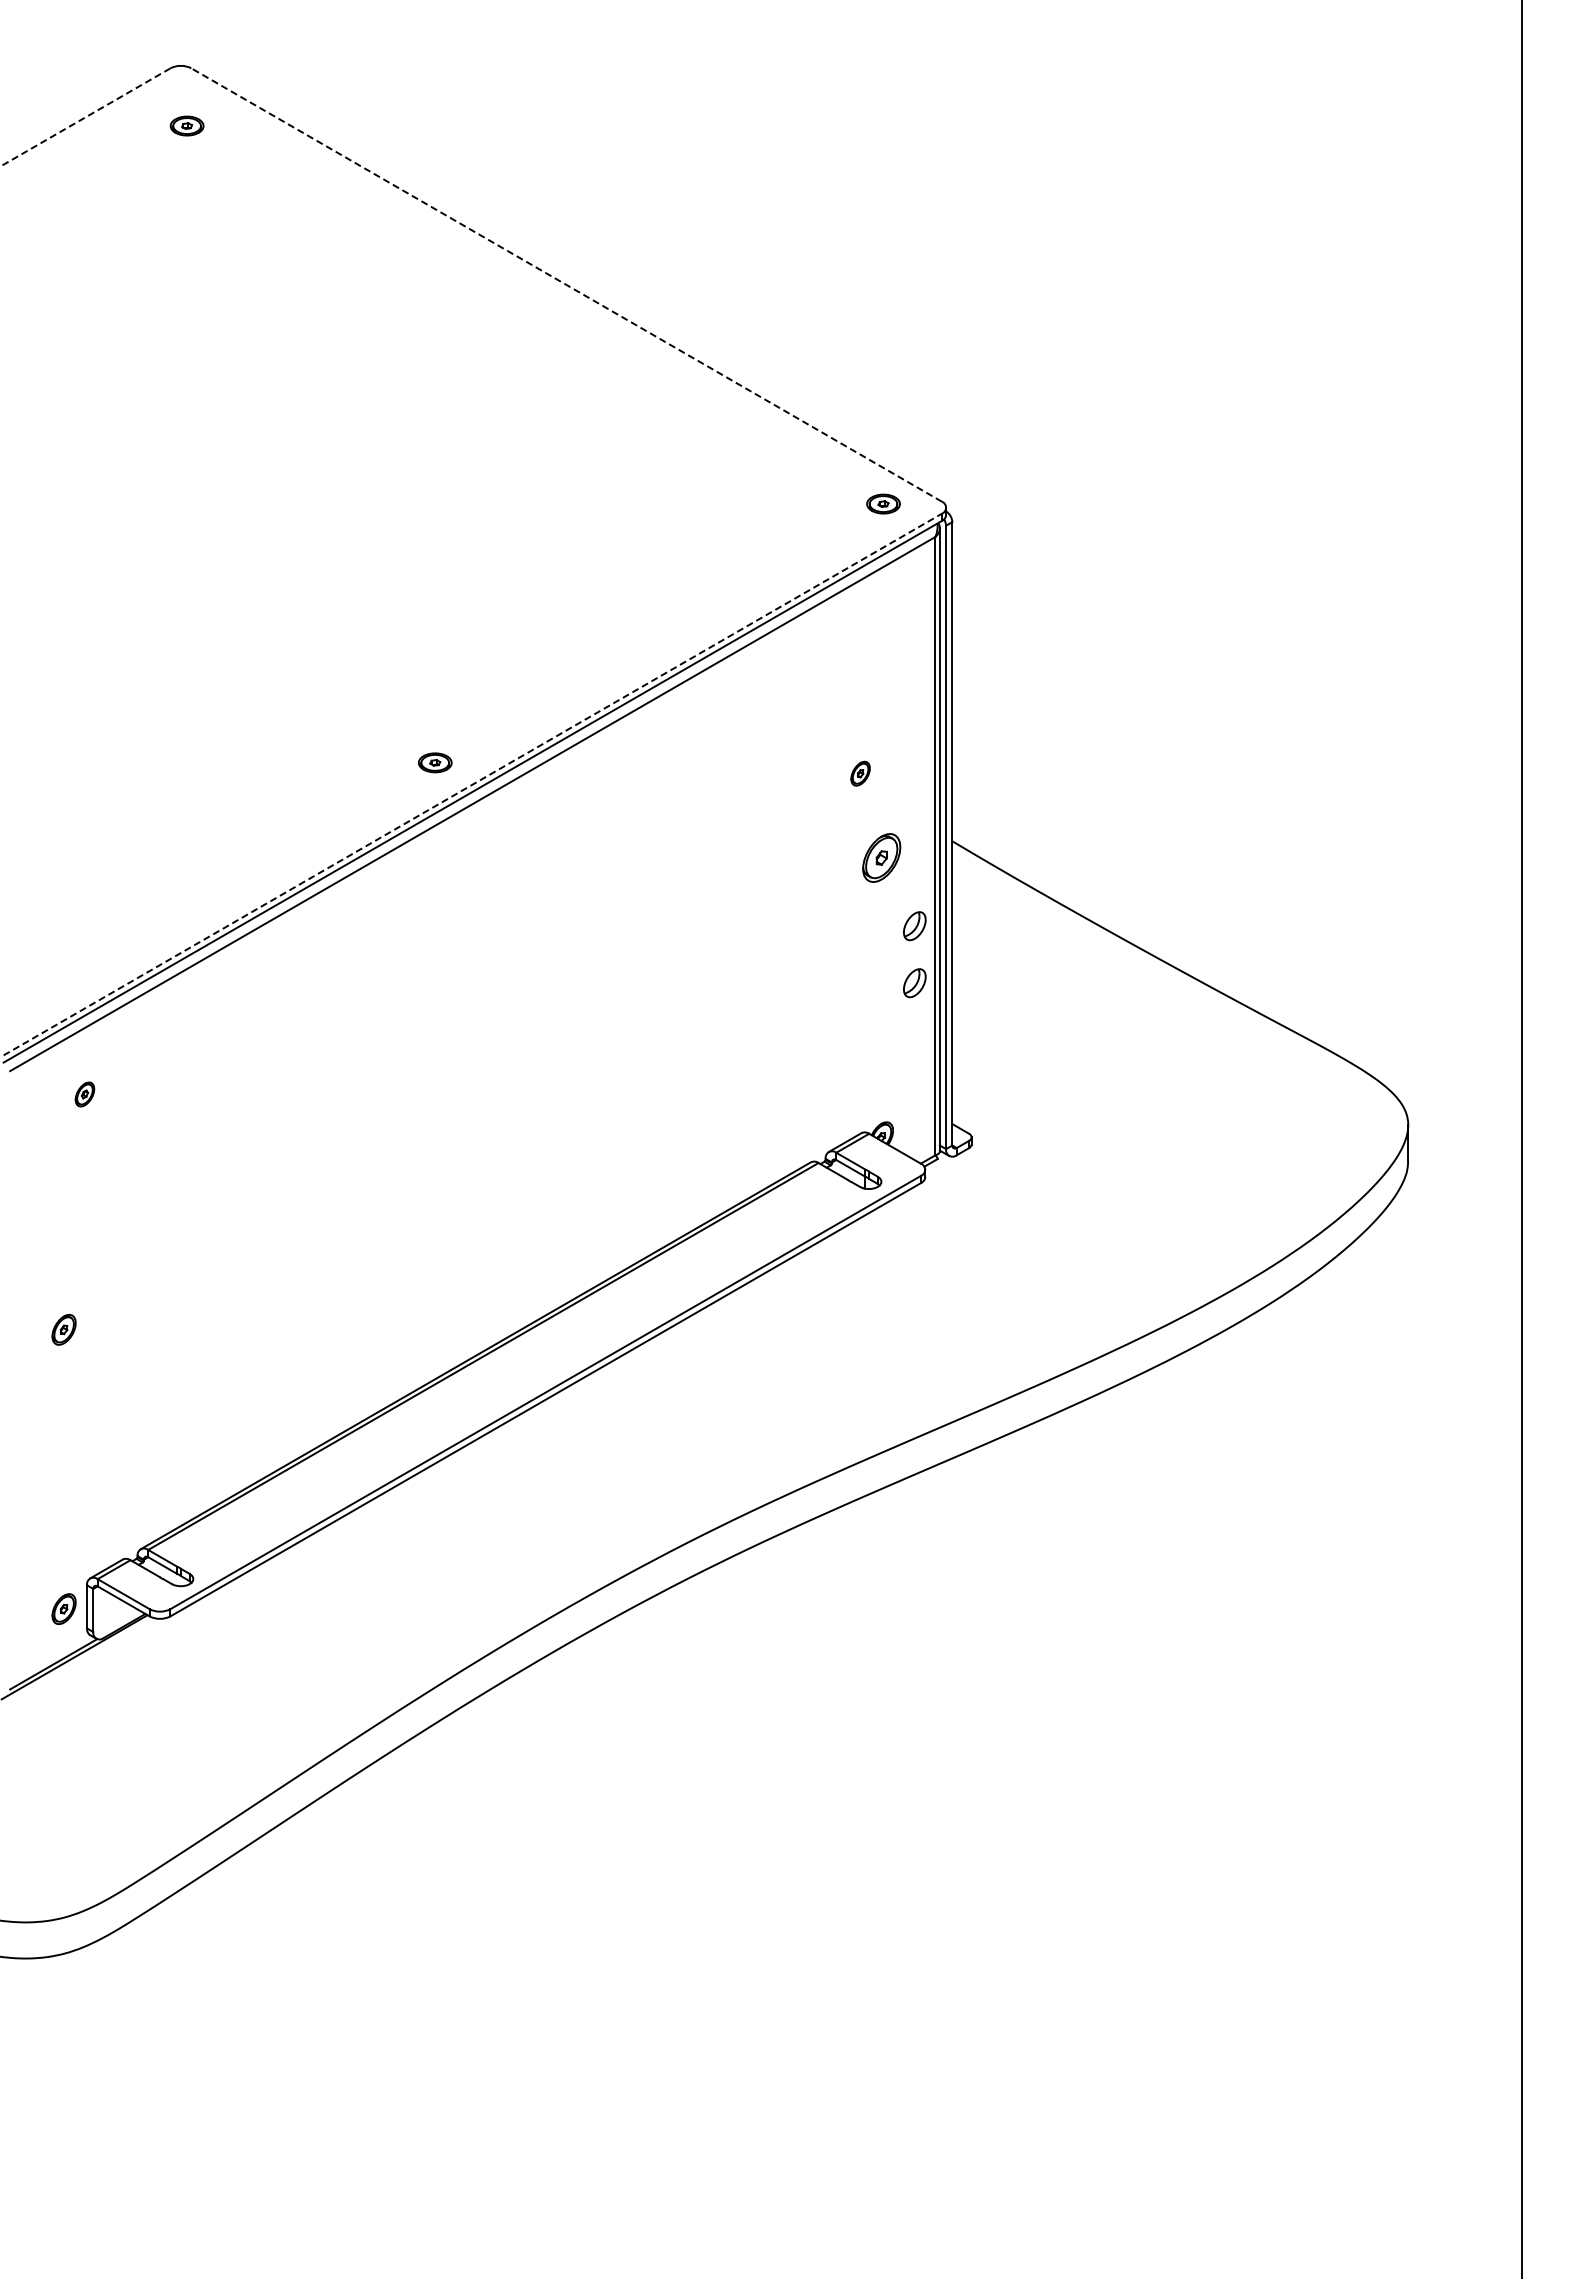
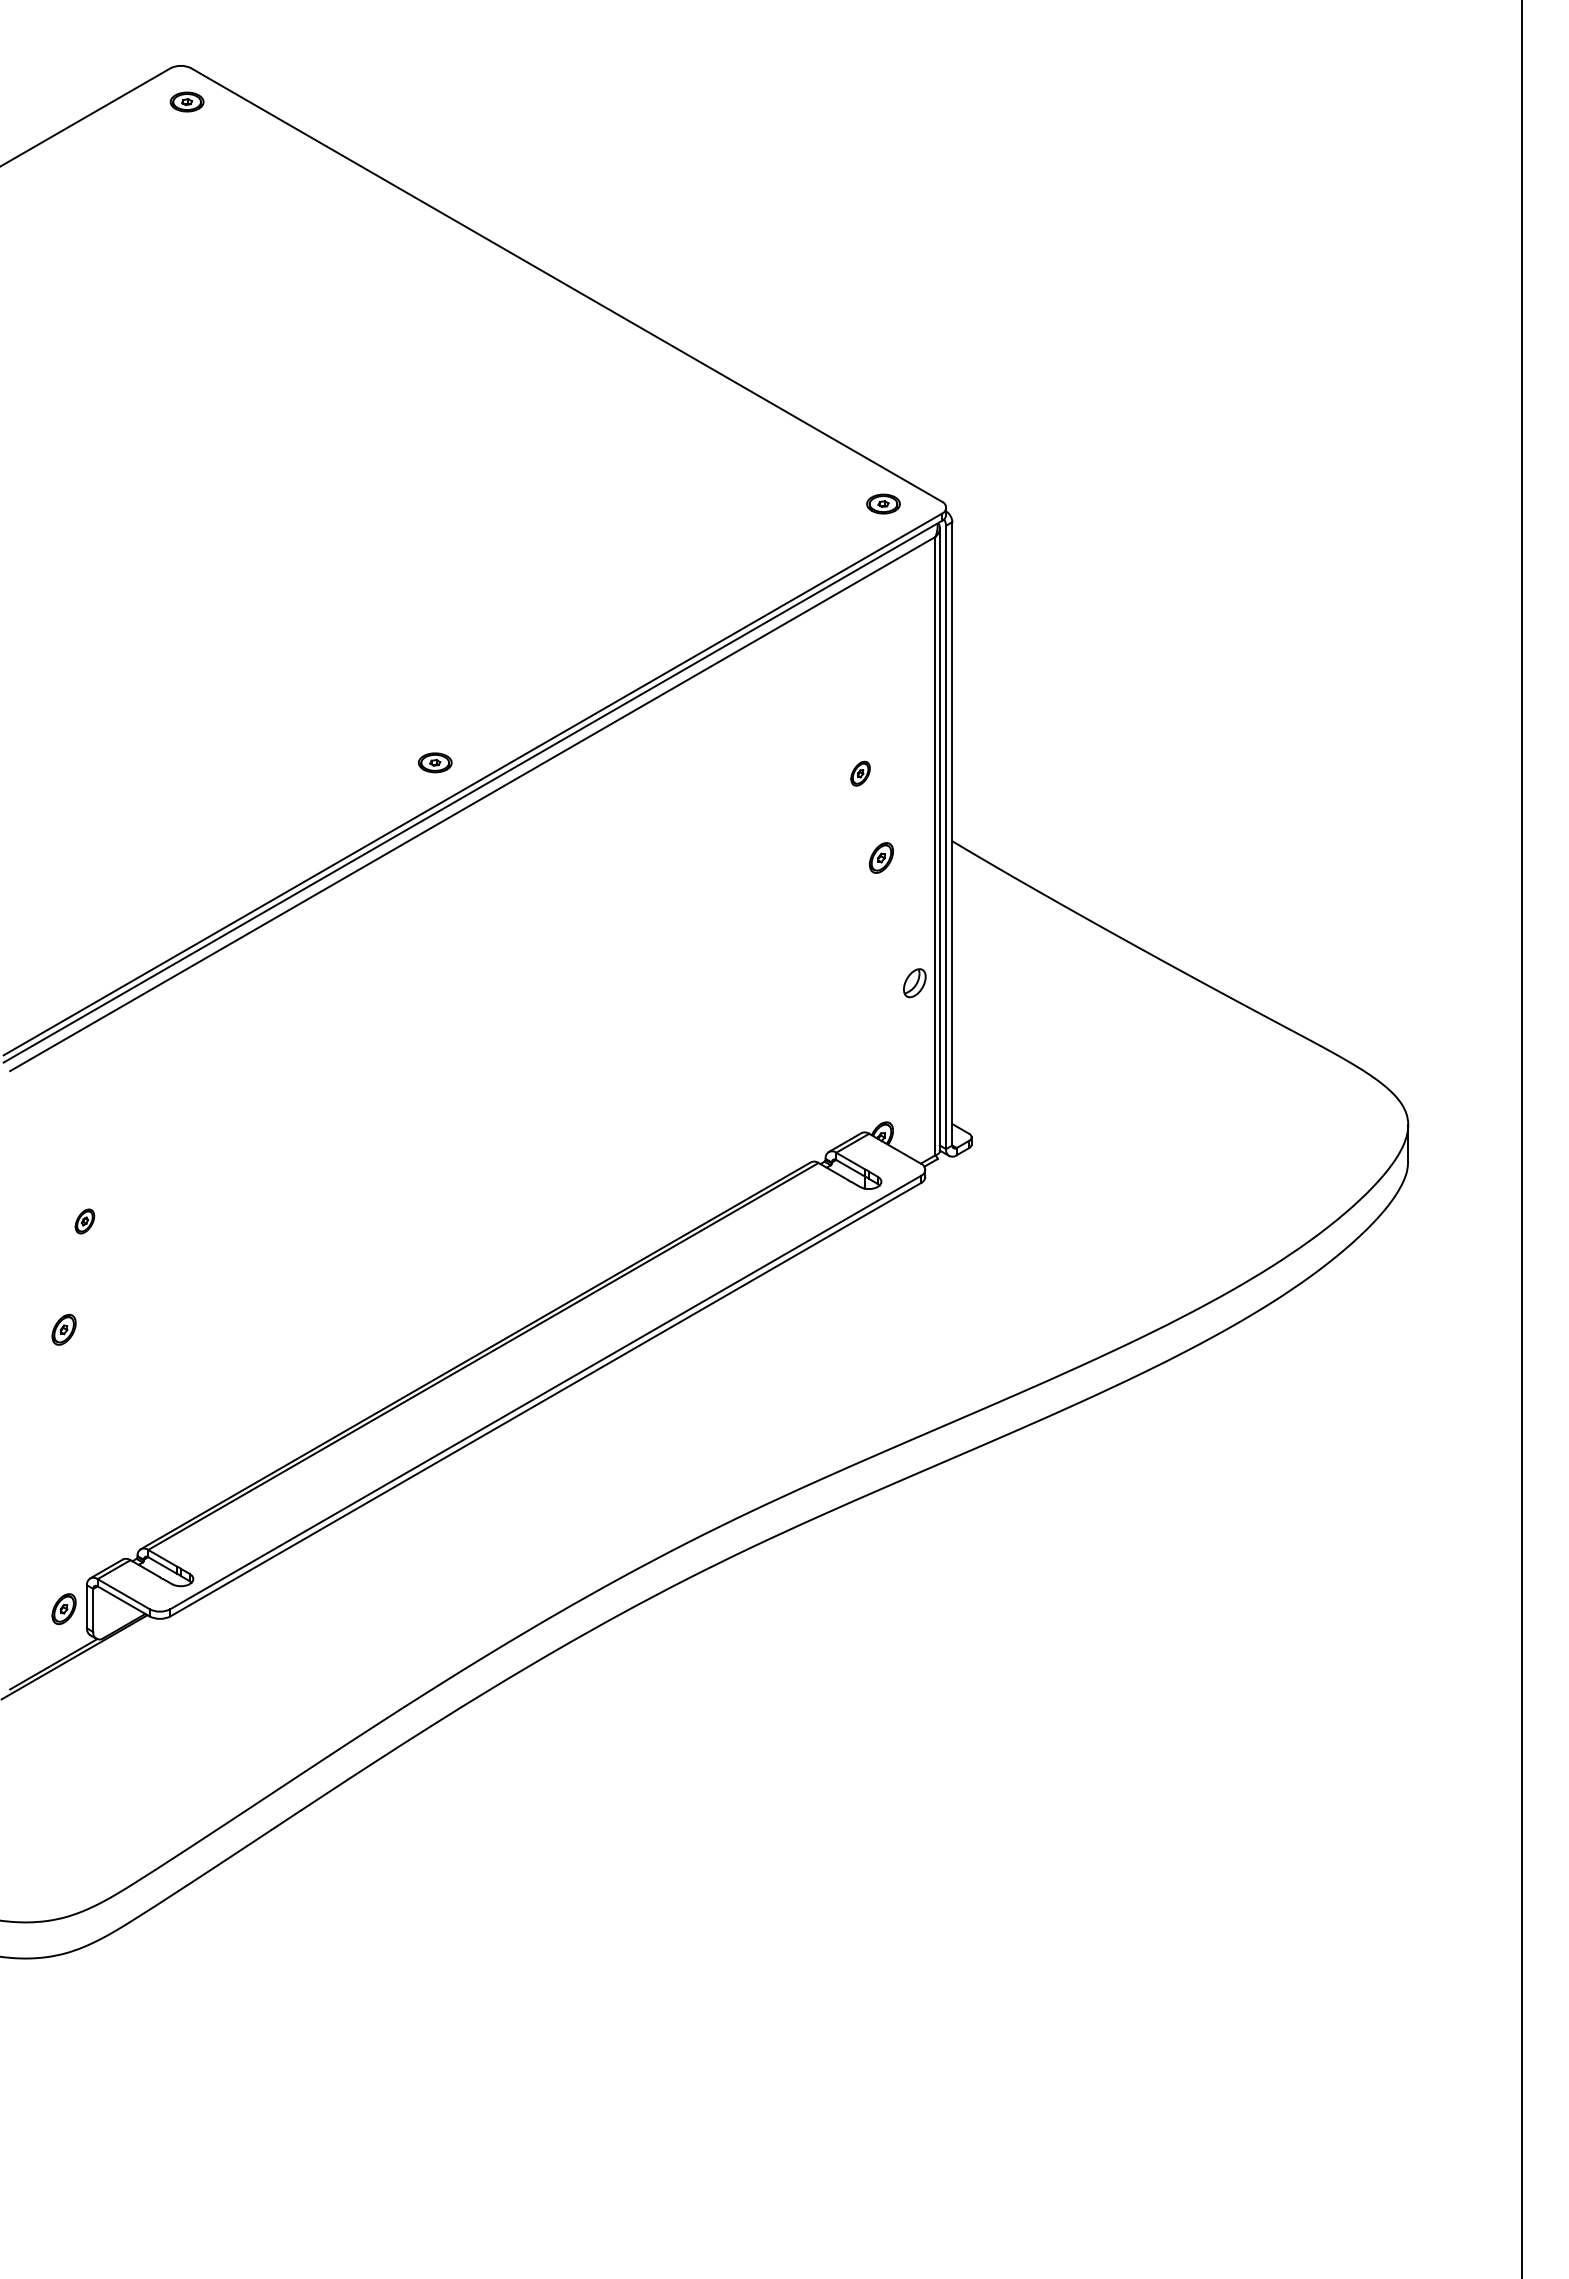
line at (85, 117): dashed -> solid
part at (186, 125) position: (186, 125) -> (186, 101)
line at (566, 284): dashed -> solid
line at (472, 784): dashed -> solid
part at (881, 857) size: 40x50 px -> 26x32 px
part at (914, 926): present -> none
part at (84, 1094) position: (84, 1094) -> (84, 1221)
